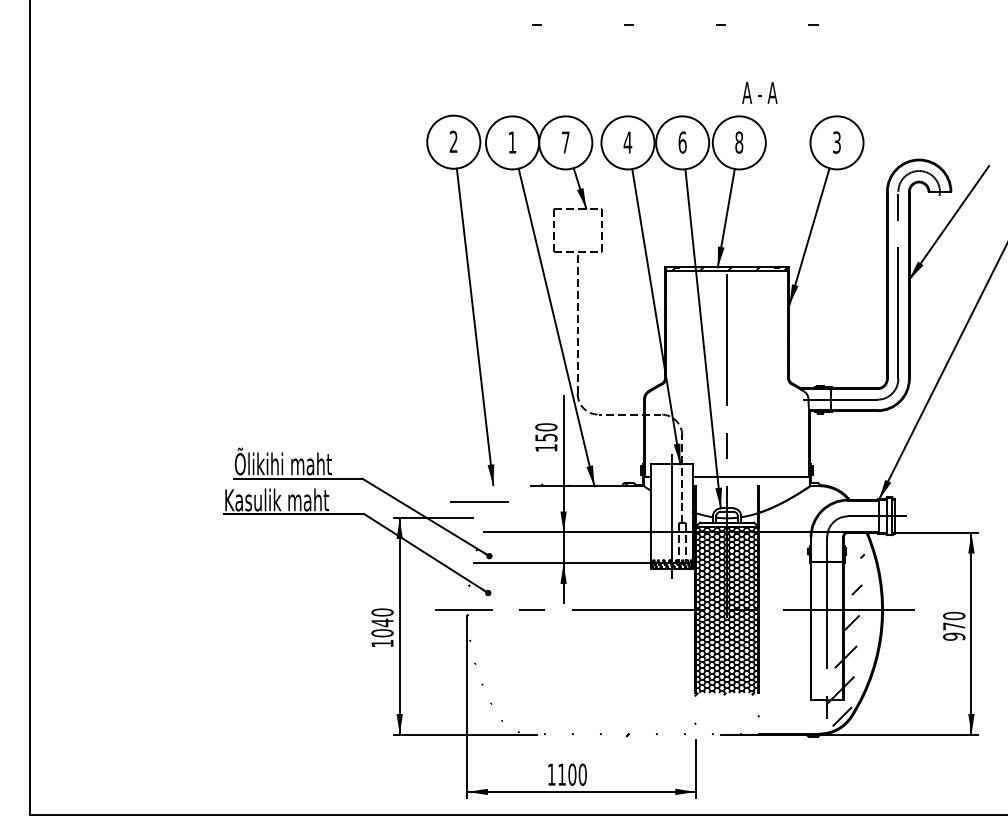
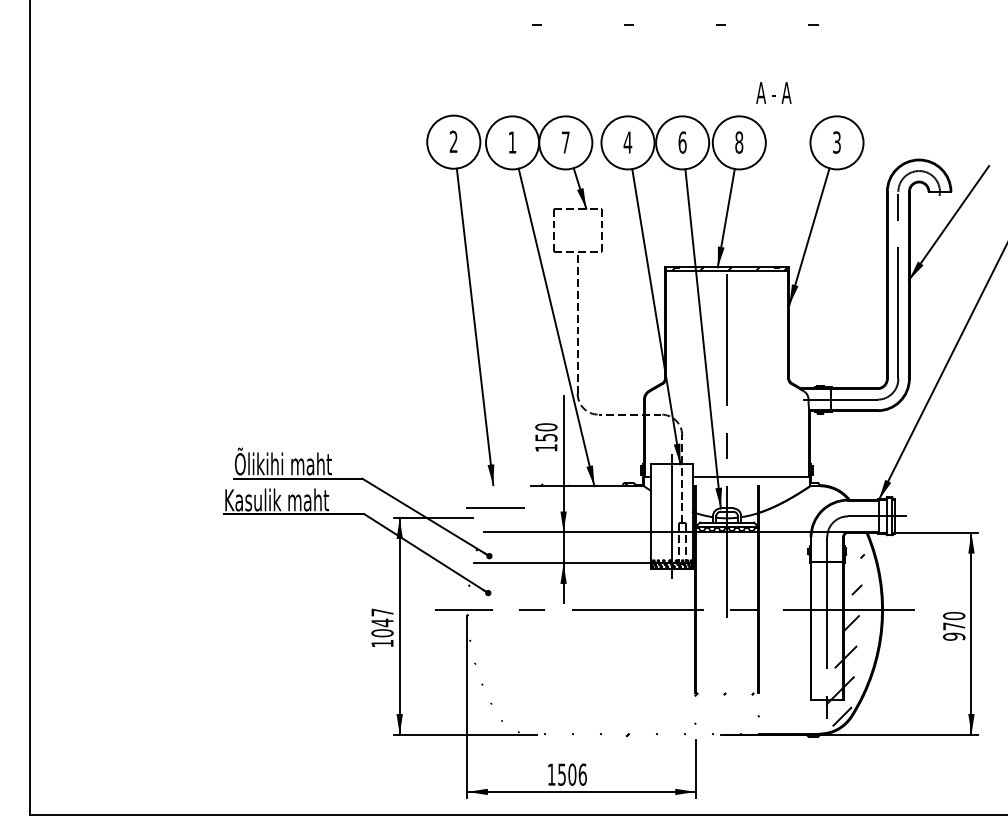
text at (759, 92) position: (759, 92) -> (773, 92)
line at (479, 501) position: (479, 501) -> (495, 507)
text at (382, 612): 1040 -> 1047
hatch at (726, 612): present -> none
text at (572, 774): 1100 -> 1506
